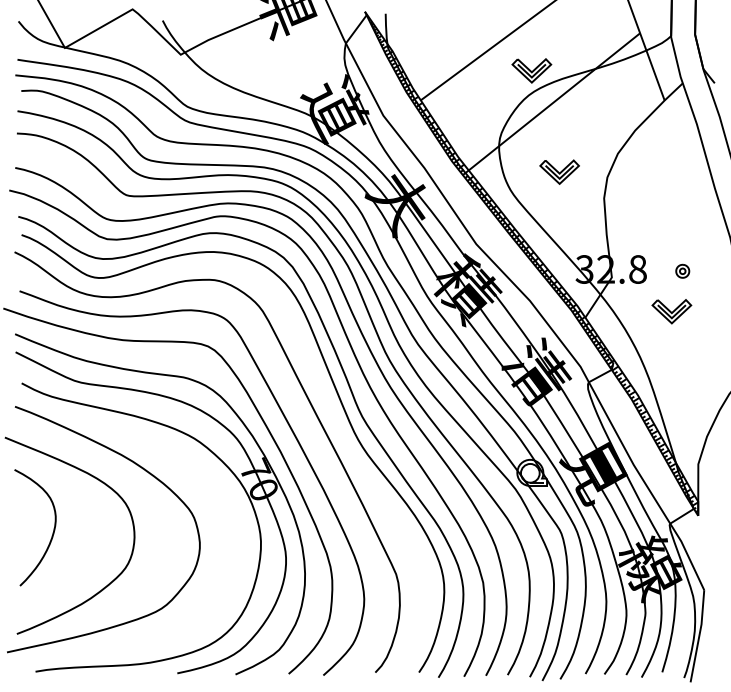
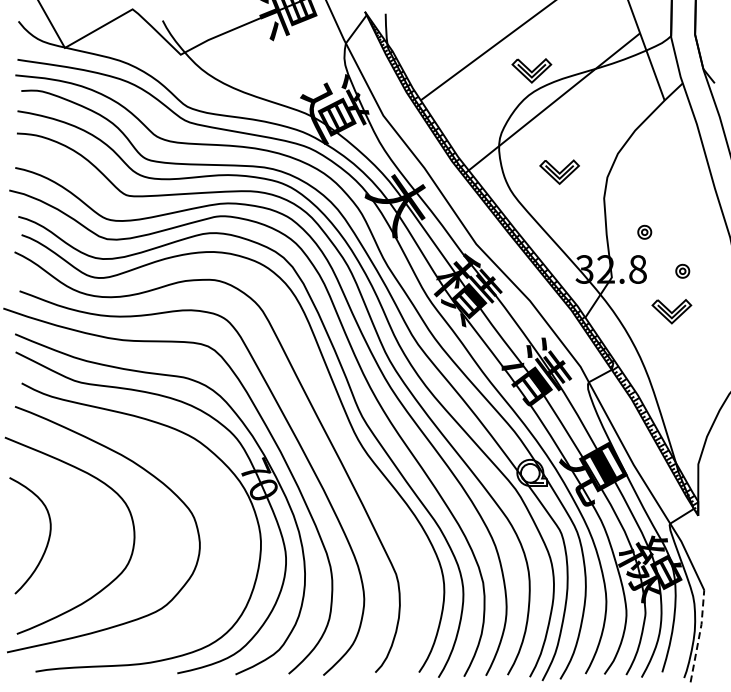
part at (644, 231): none -> present
curve at (52, 532) position: (52, 532) -> (47, 540)
line at (699, 635): solid -> dashed
